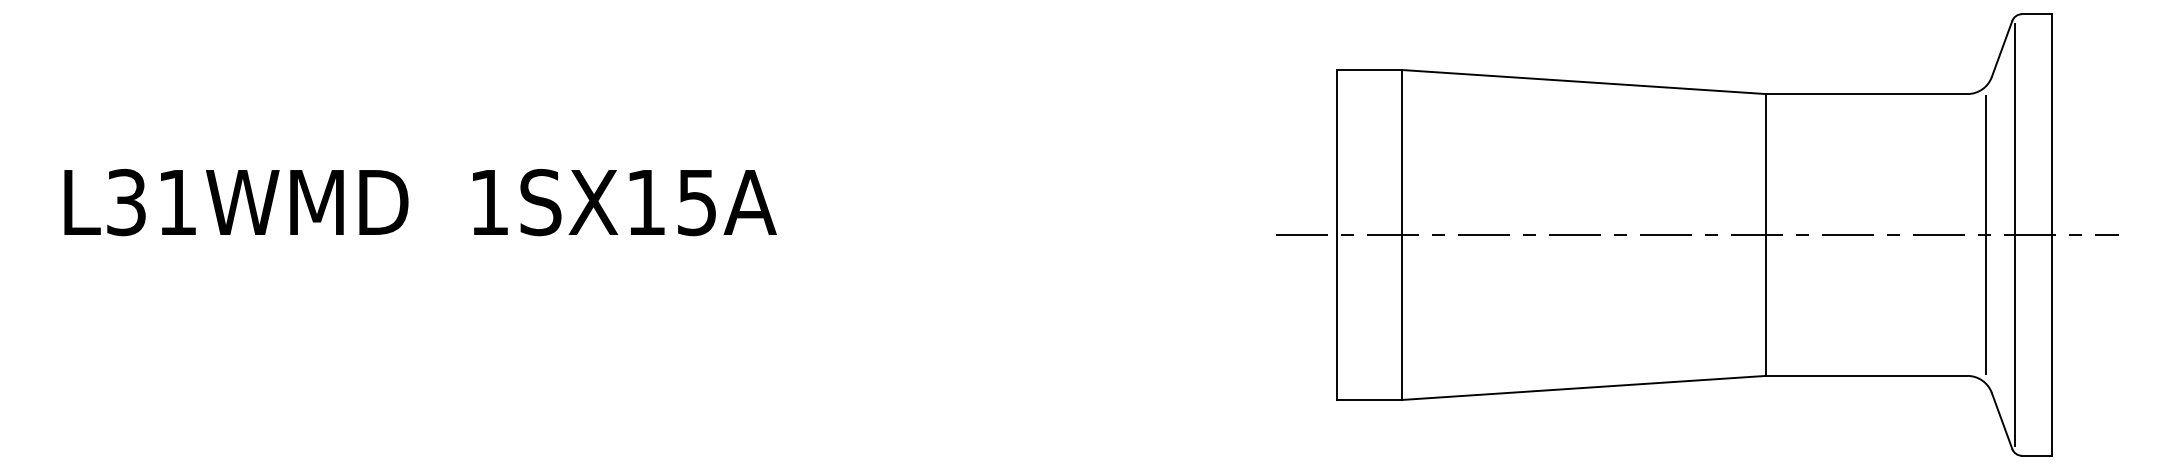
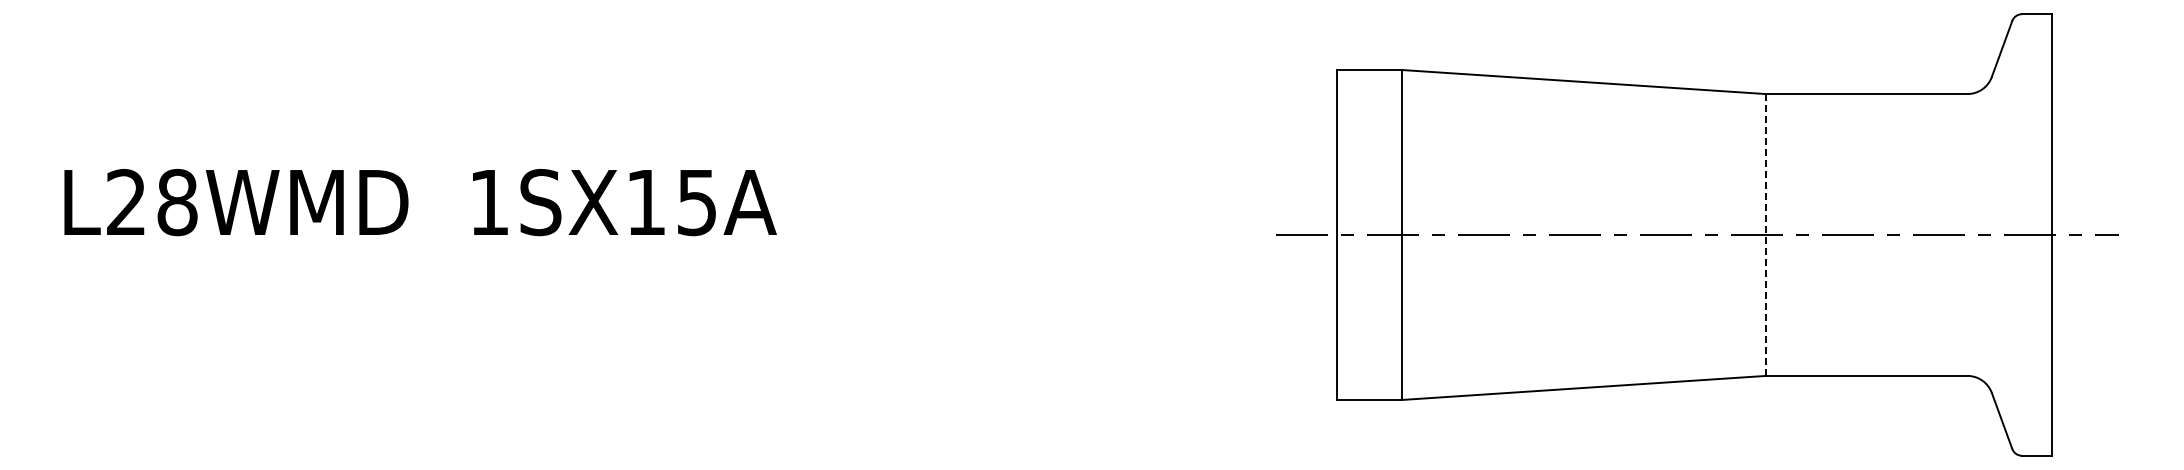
text at (152, 202): L31WMD -> L28WMD
line at (1985, 234): present -> none
line at (2014, 234): present -> none
line at (1766, 235): solid -> dashed
